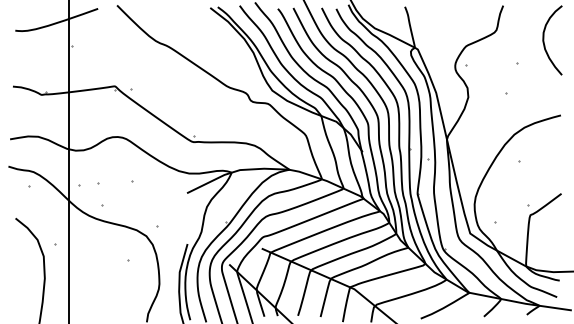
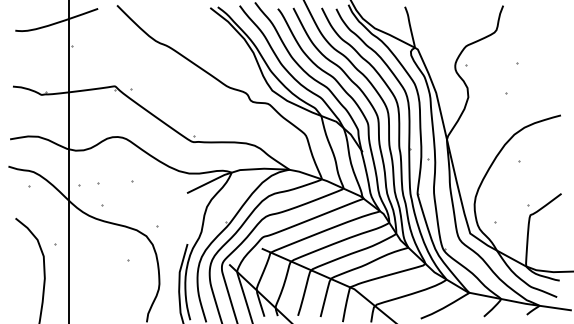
curve at (544, 40): present -> none
